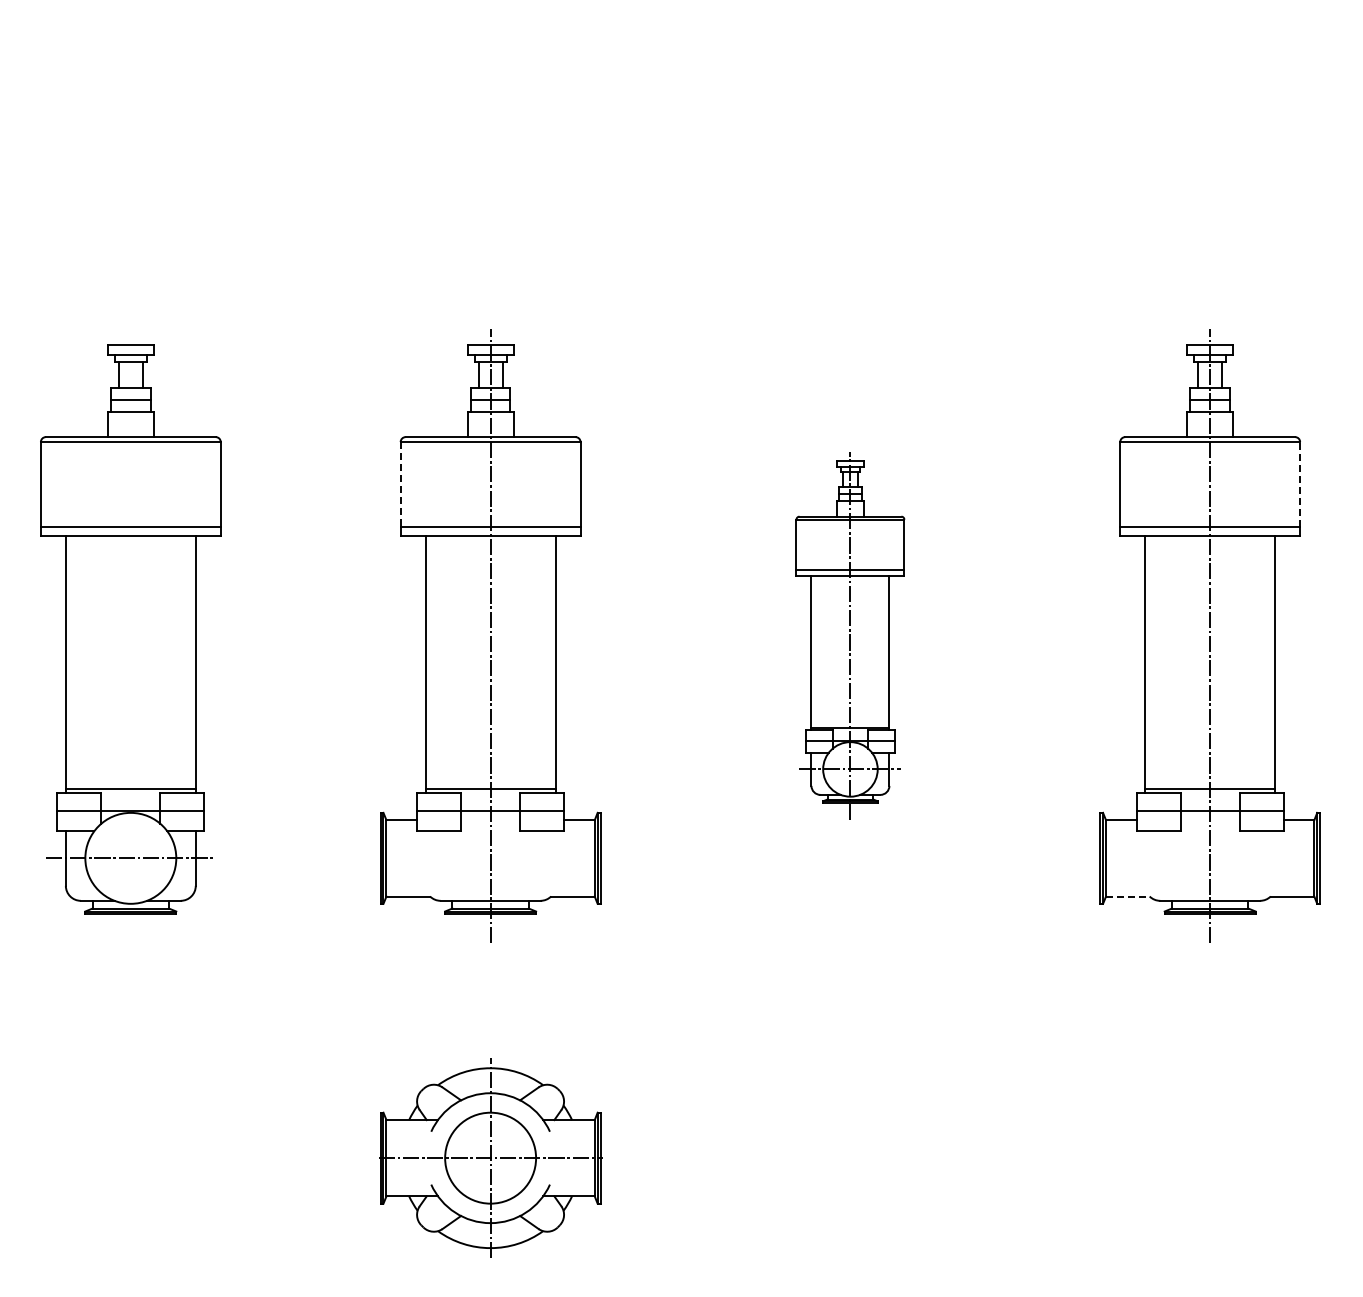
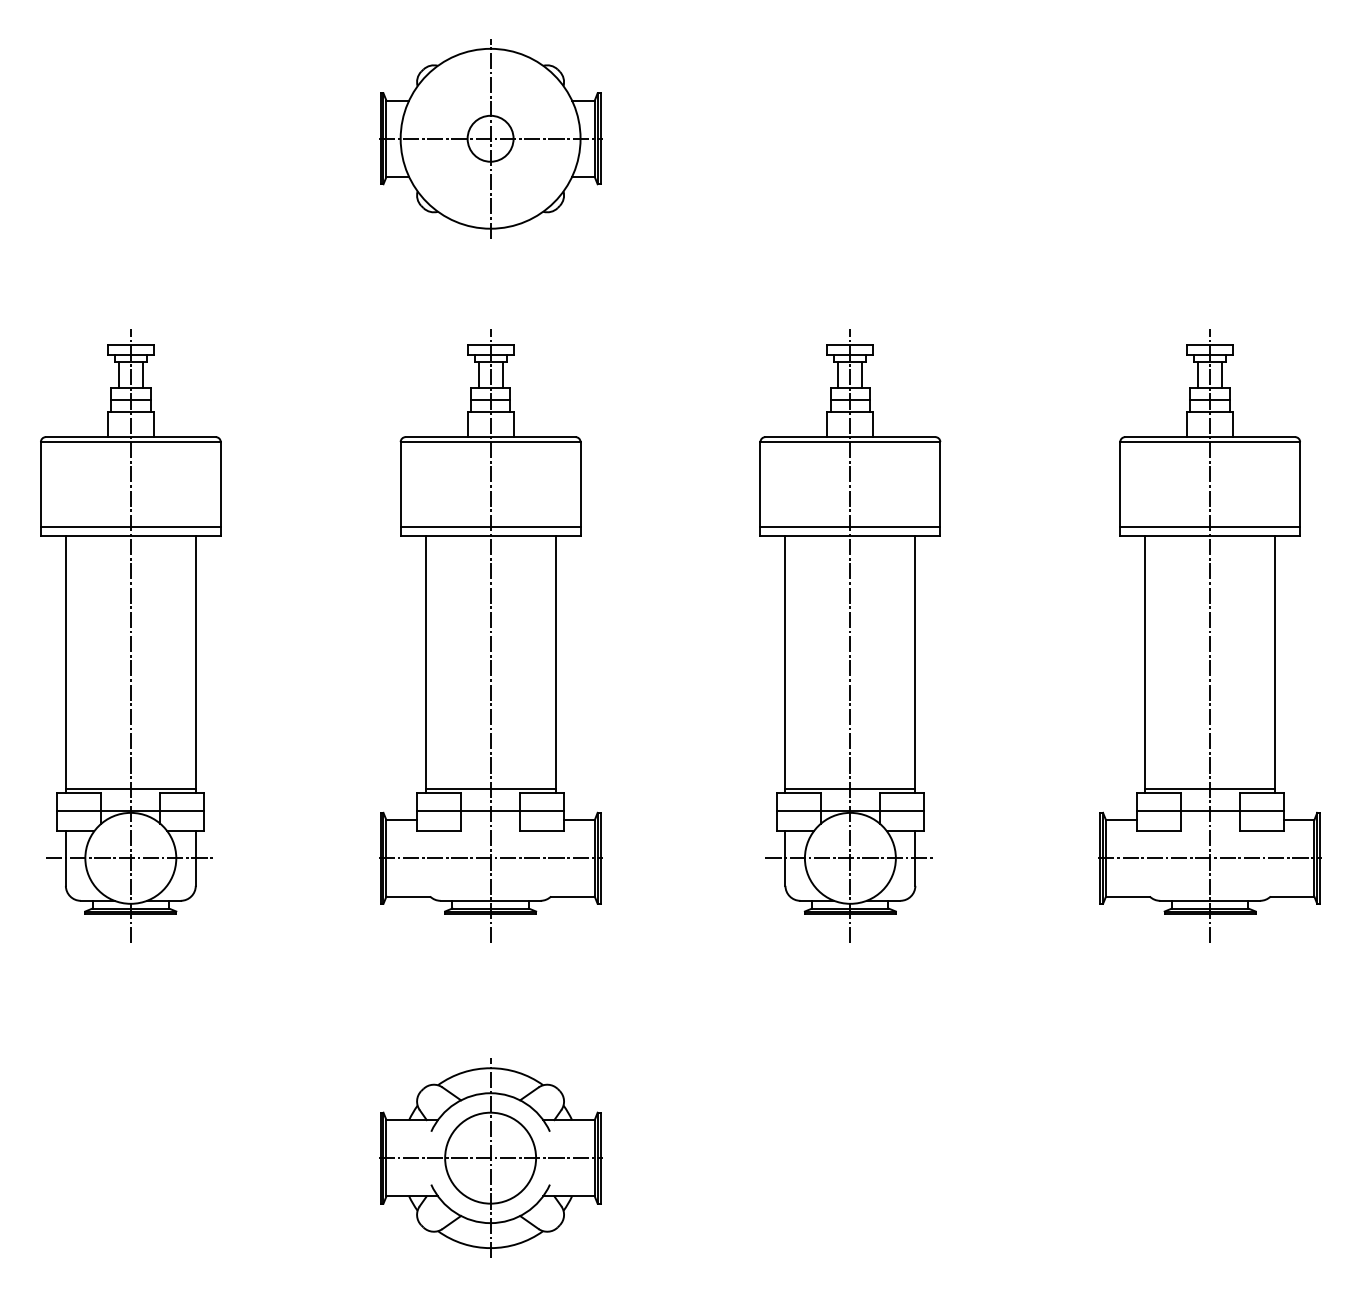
part at (490, 138): none -> present
line at (1300, 483): dashed -> solid
line at (400, 484): dashed -> solid
part at (850, 635) size: 111x368 px -> 183x614 px
line at (130, 636): none -> present
line at (490, 858): none -> present
line at (1210, 858): none -> present
line at (1127, 896): dashed -> solid
